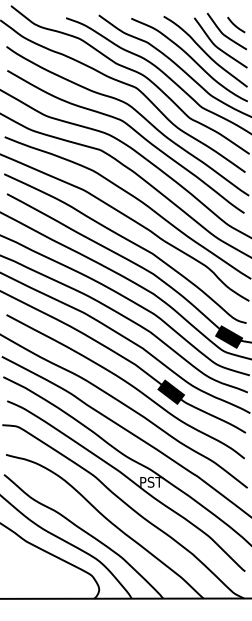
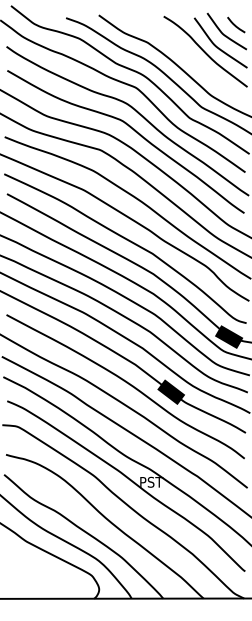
curve at (190, 58): present -> none
